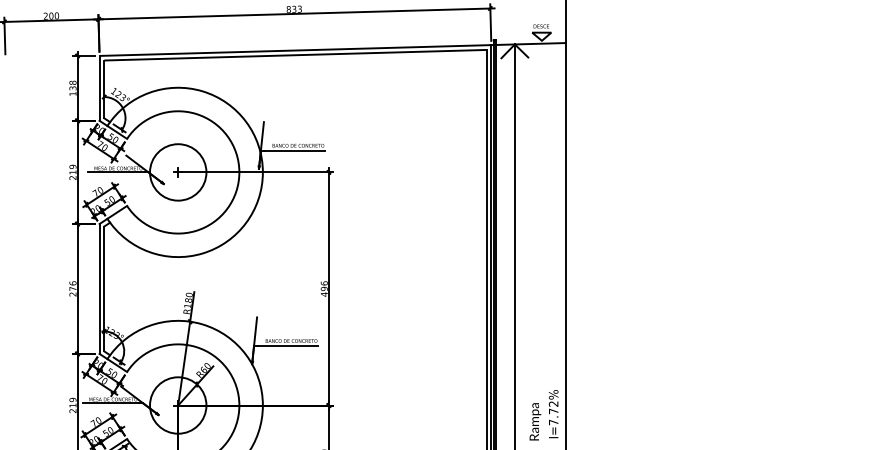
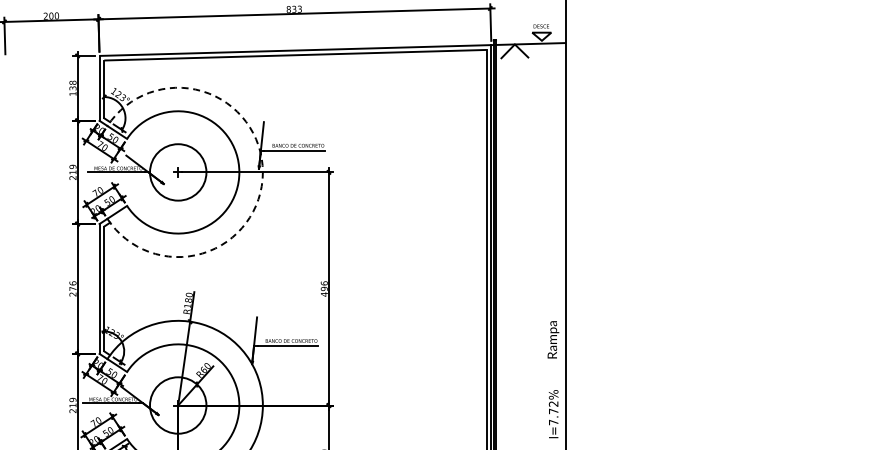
arc at (262, 172): solid -> dashed
line at (514, 245): present -> none
text at (535, 421) position: (535, 421) -> (553, 339)
